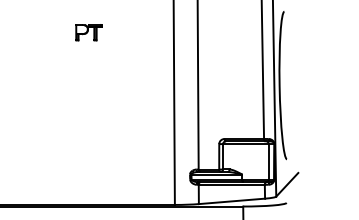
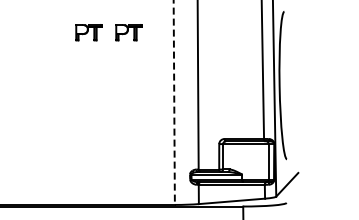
part at (128, 32): none -> present
line at (174, 103): solid -> dashed
